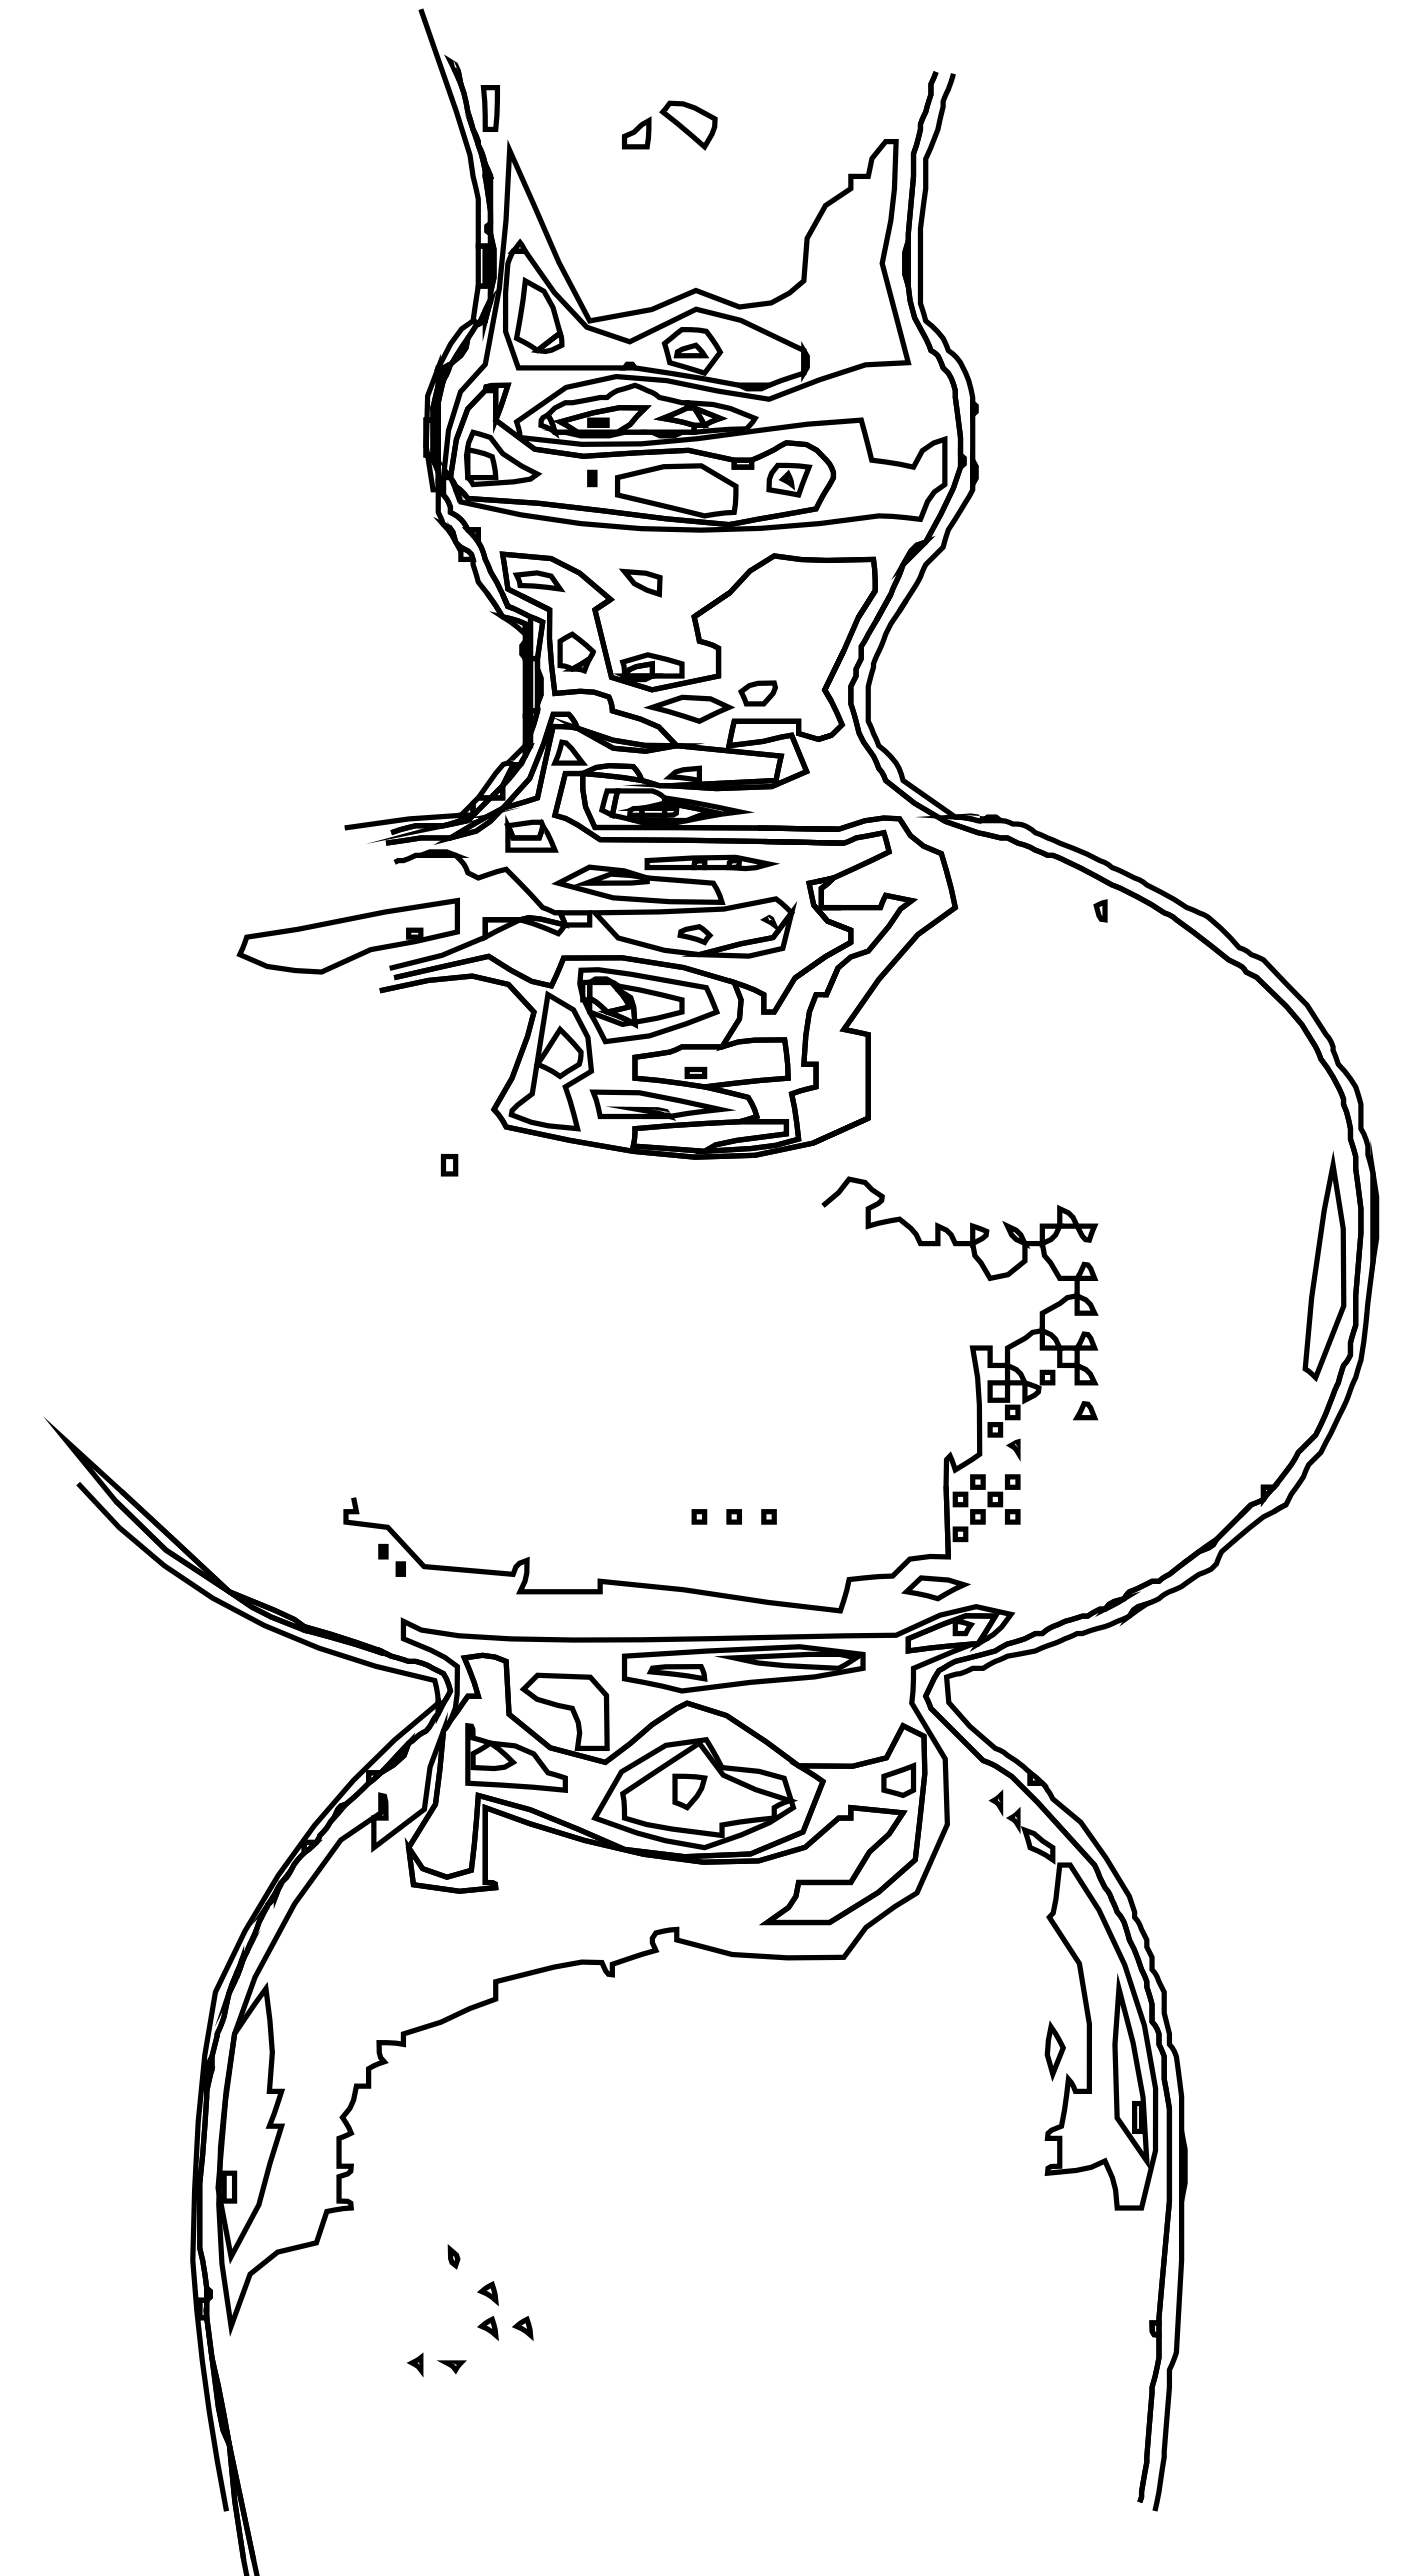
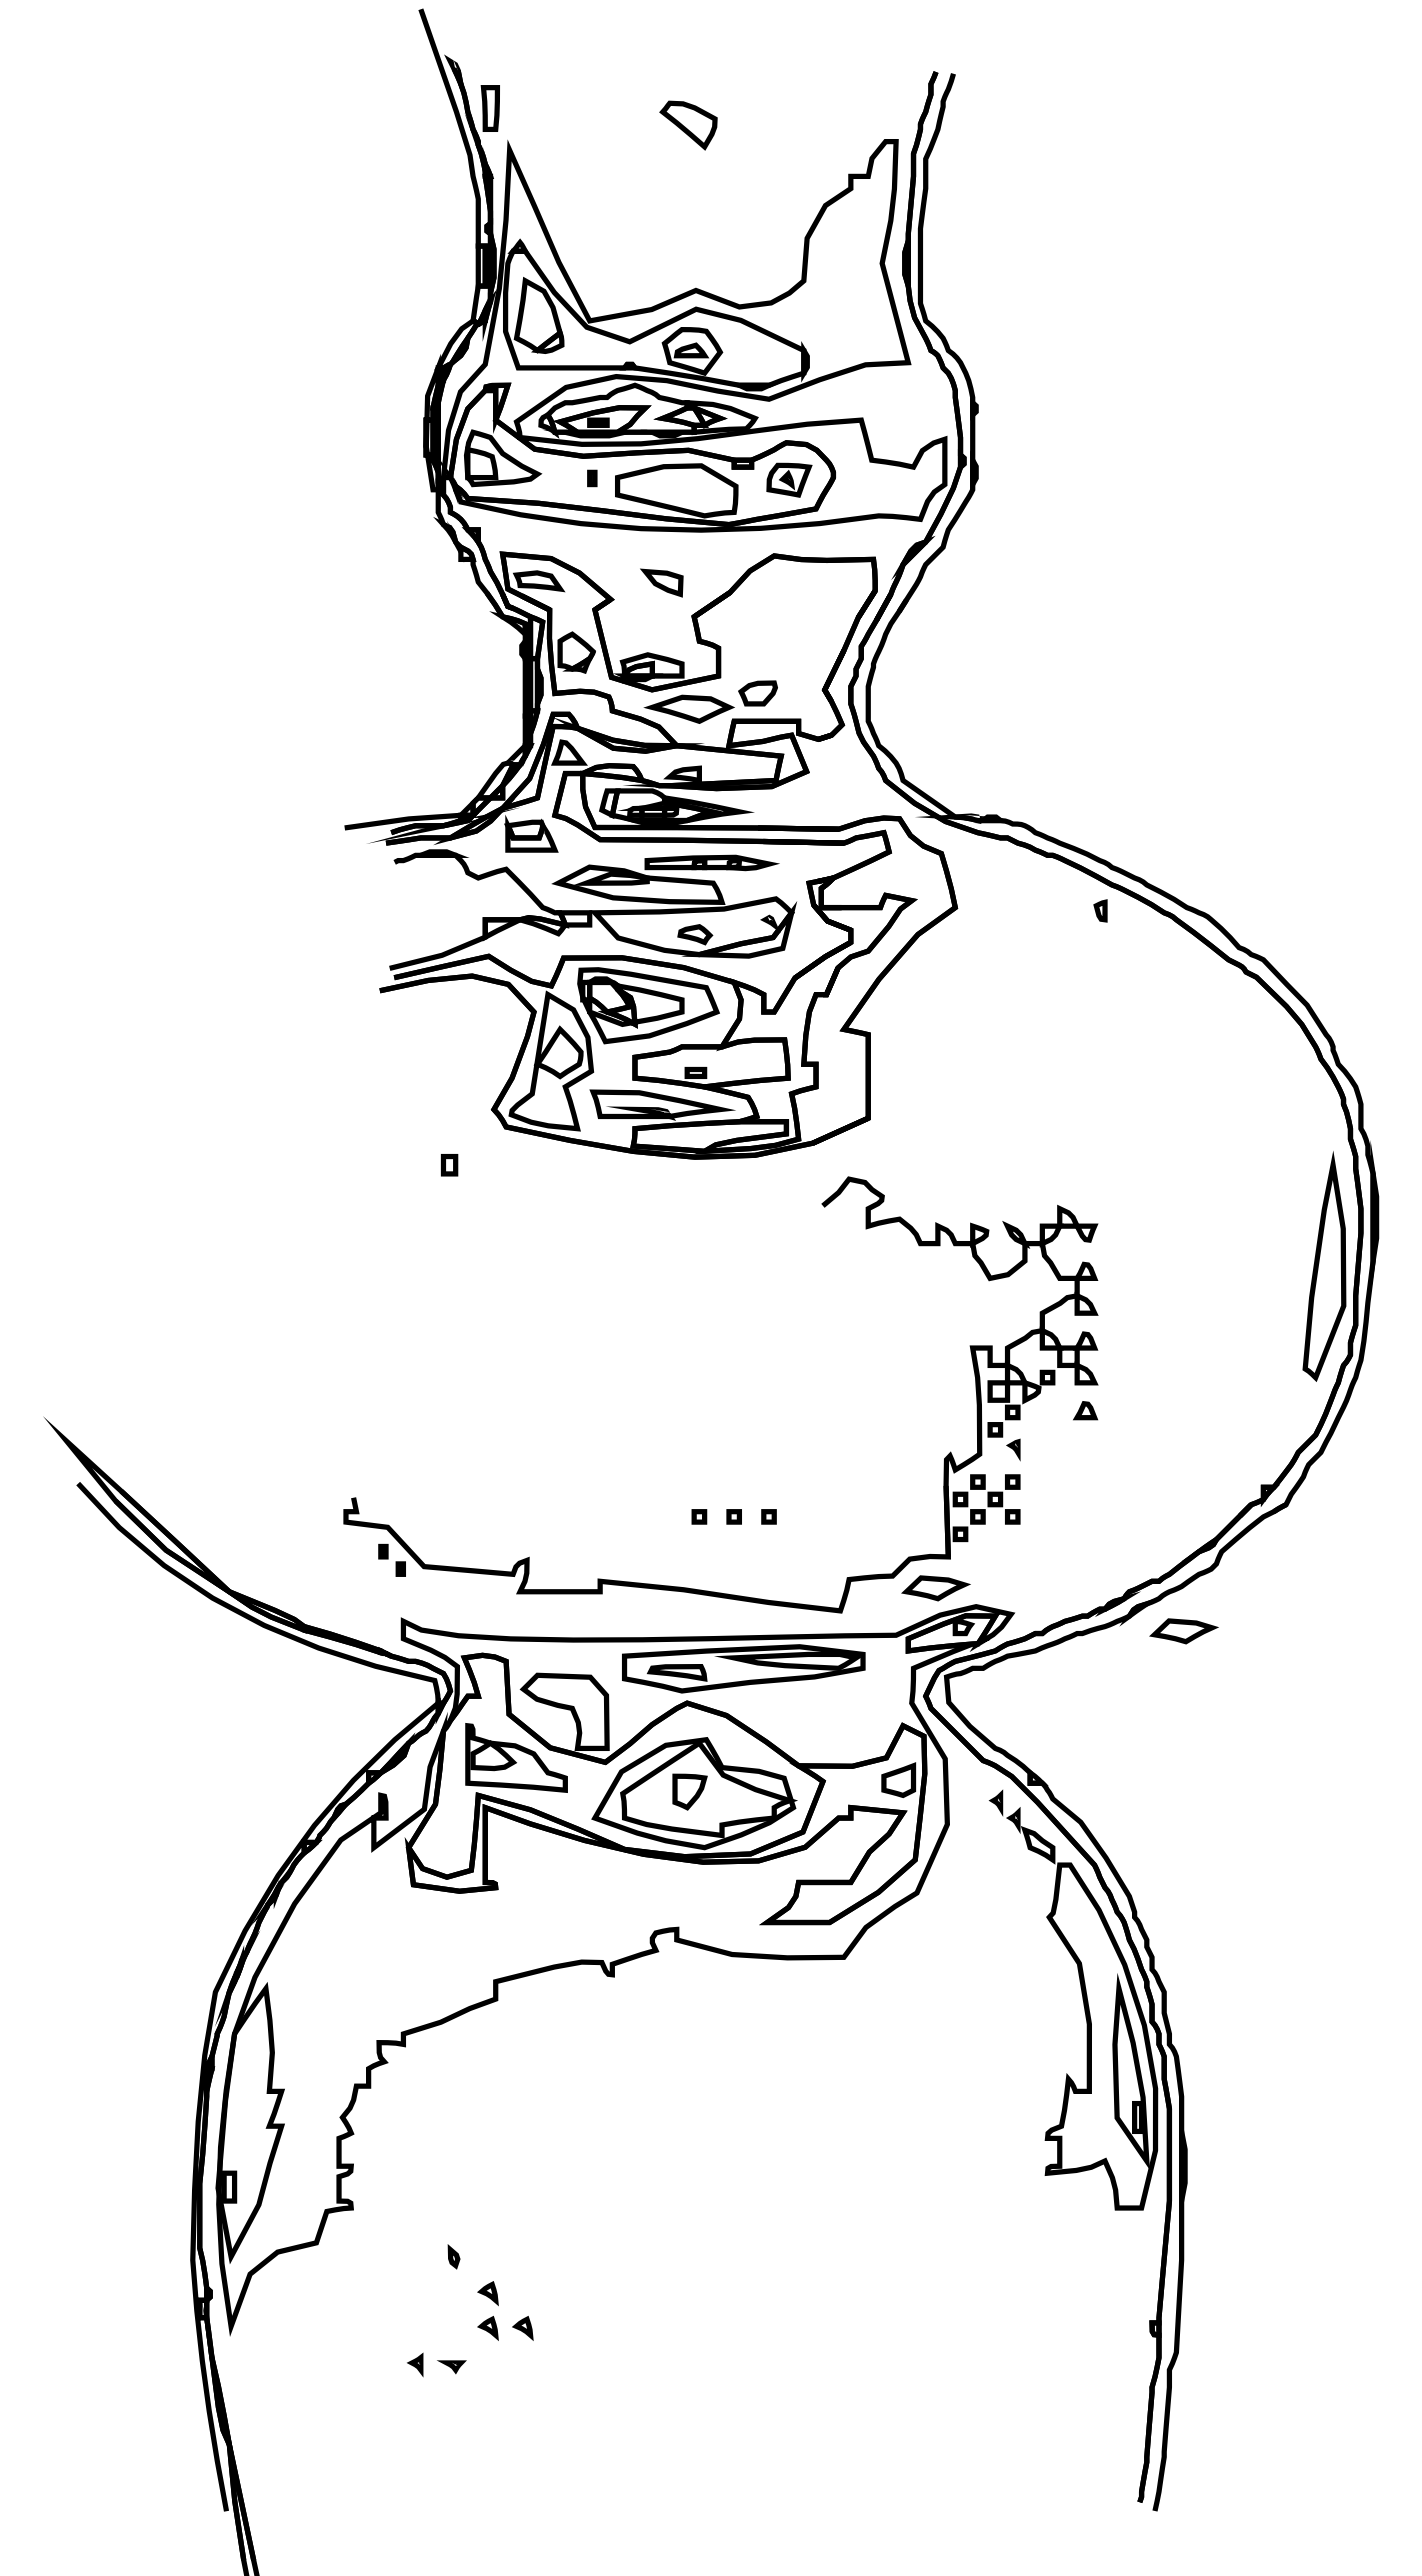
part at (636, 132): present -> none
part at (640, 582) position: (640, 582) -> (661, 582)
part at (347, 935): present -> none
part at (1183, 1631): none -> present
part at (1054, 2050): present -> none
